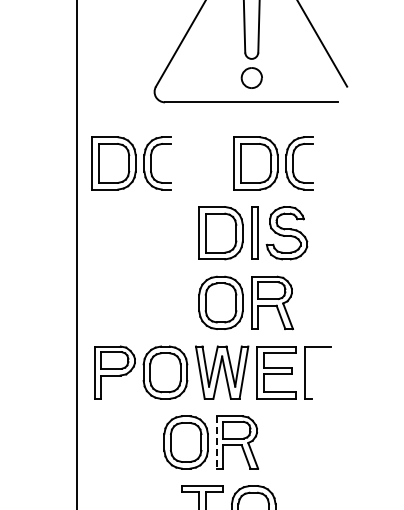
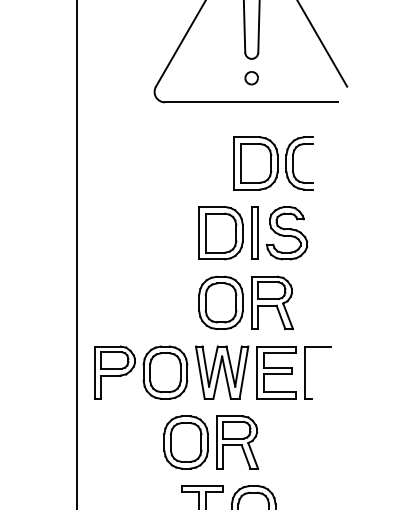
part at (251, 77) size: 23x22 px -> 15x15 px
part at (131, 163): present -> none
line at (216, 442): dashed -> solid
